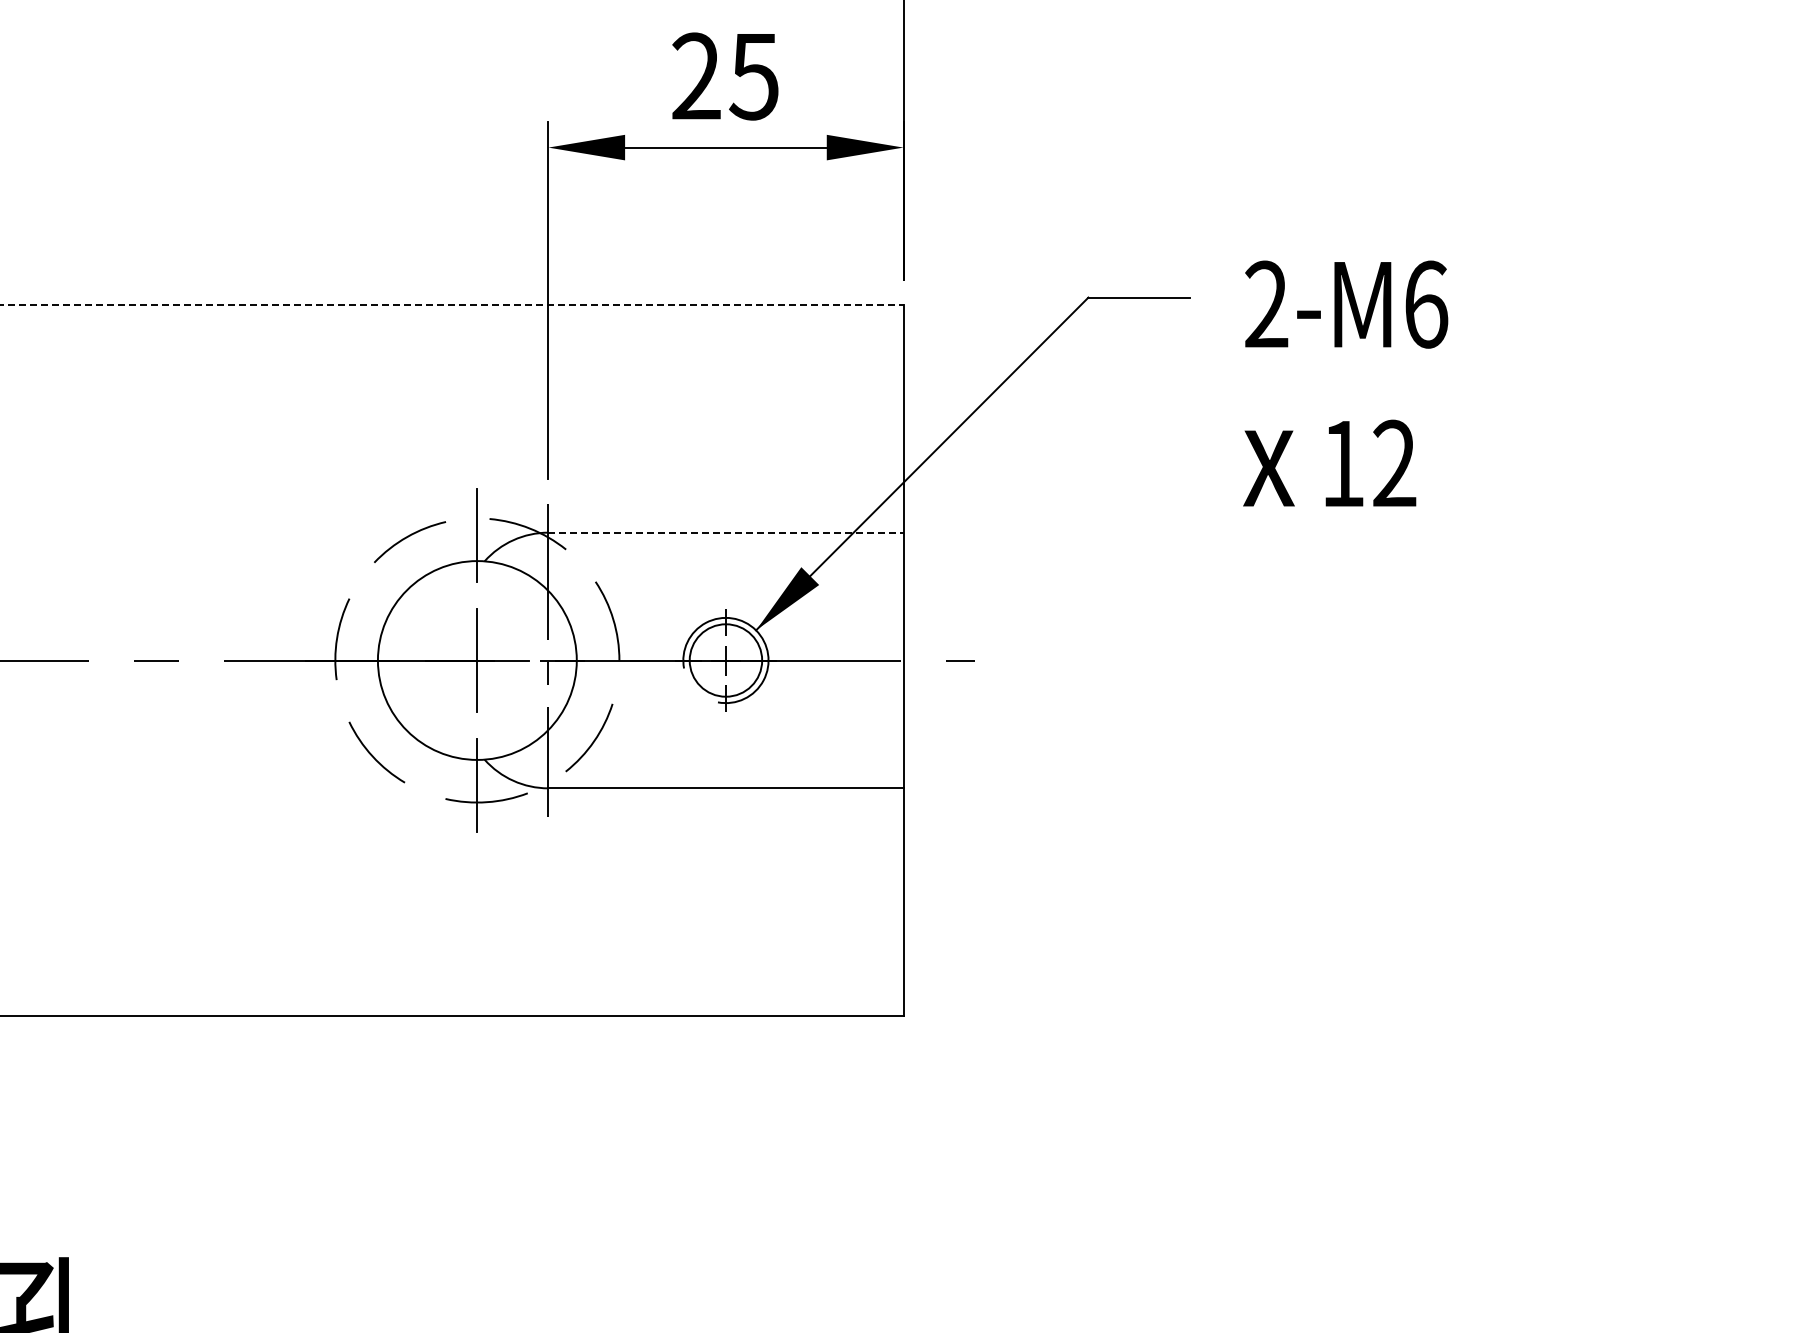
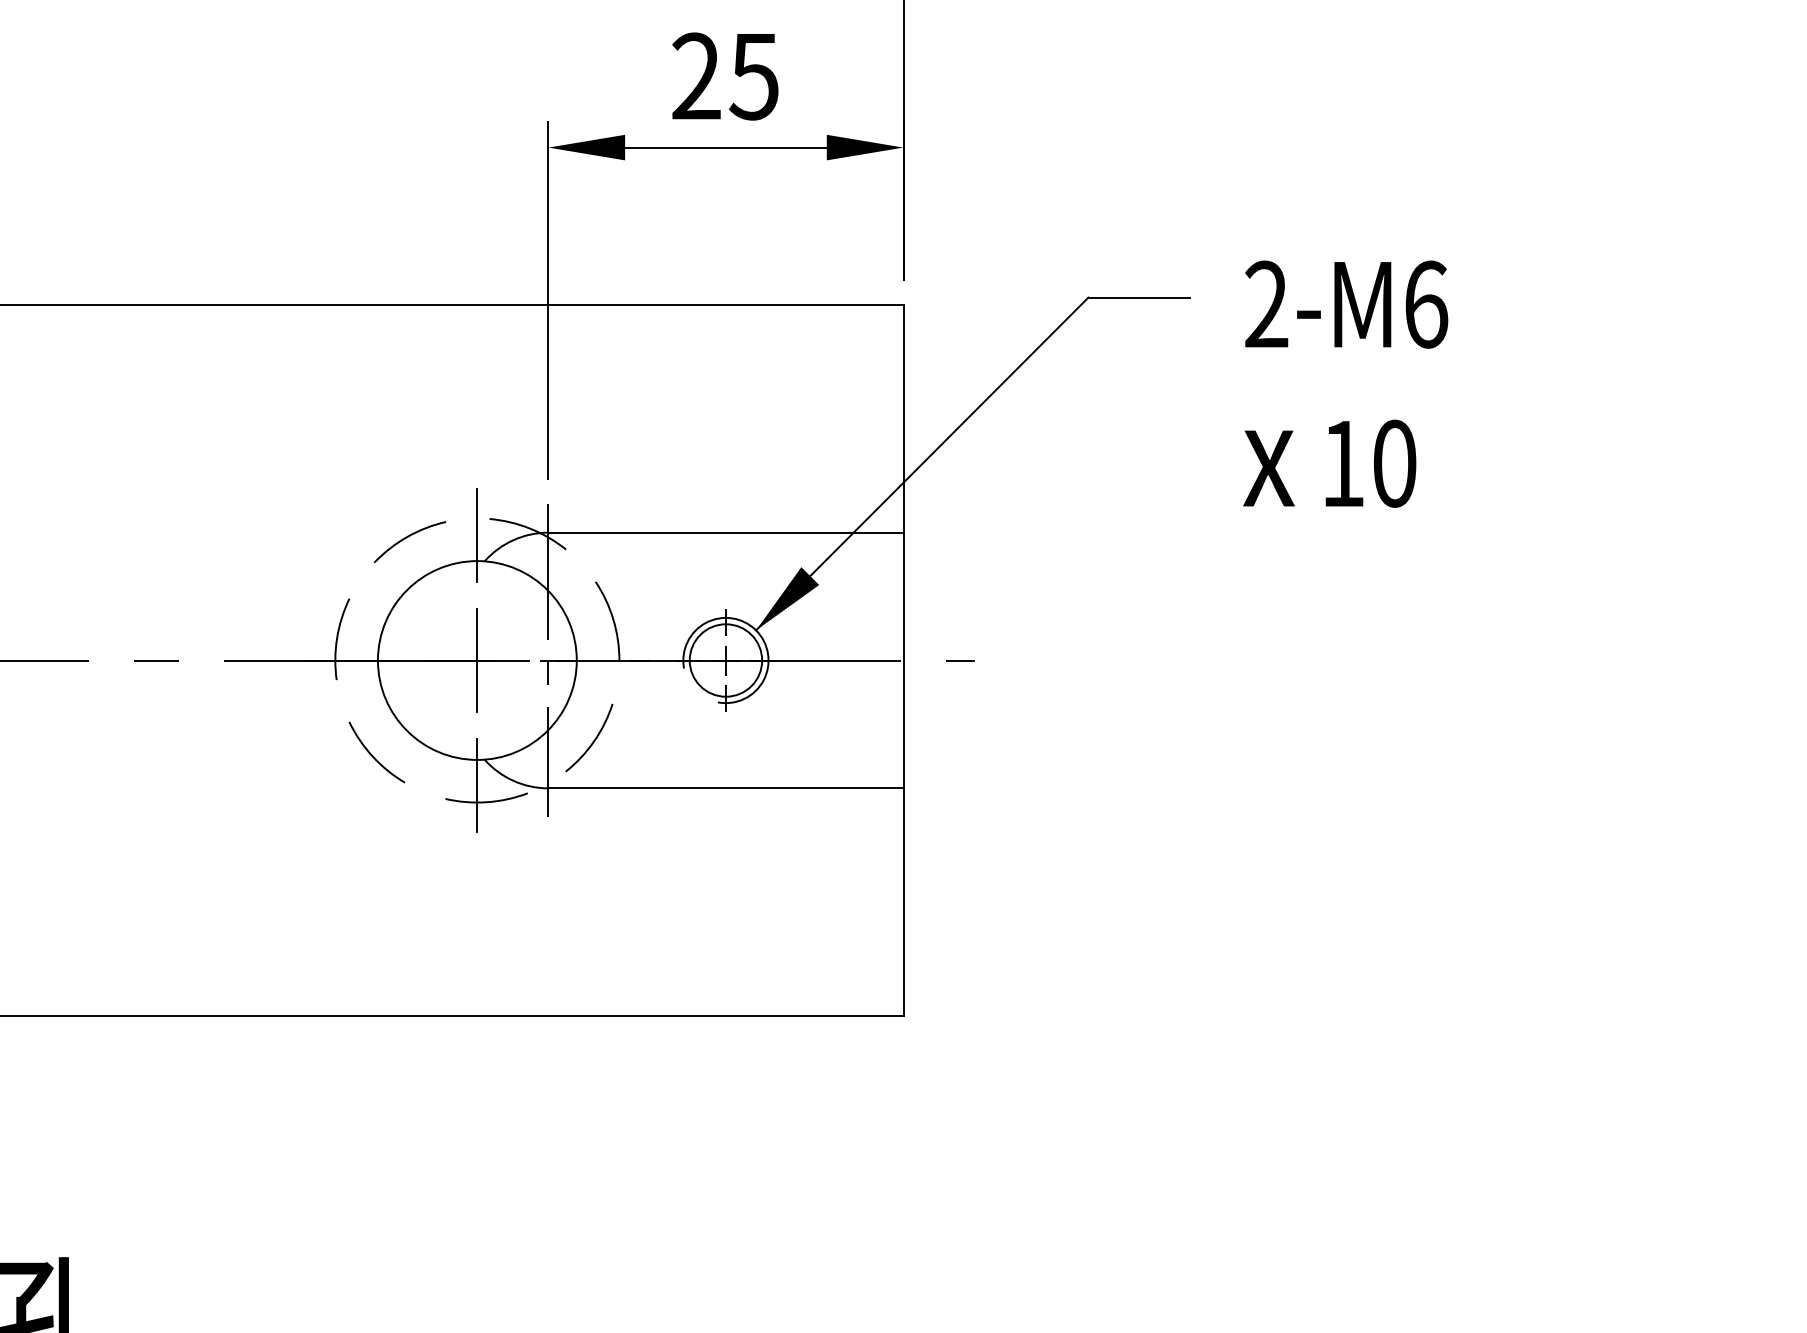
line at (452, 305): dashed -> solid
text at (1394, 463): 12 -> 10
line at (725, 532): dashed -> solid
